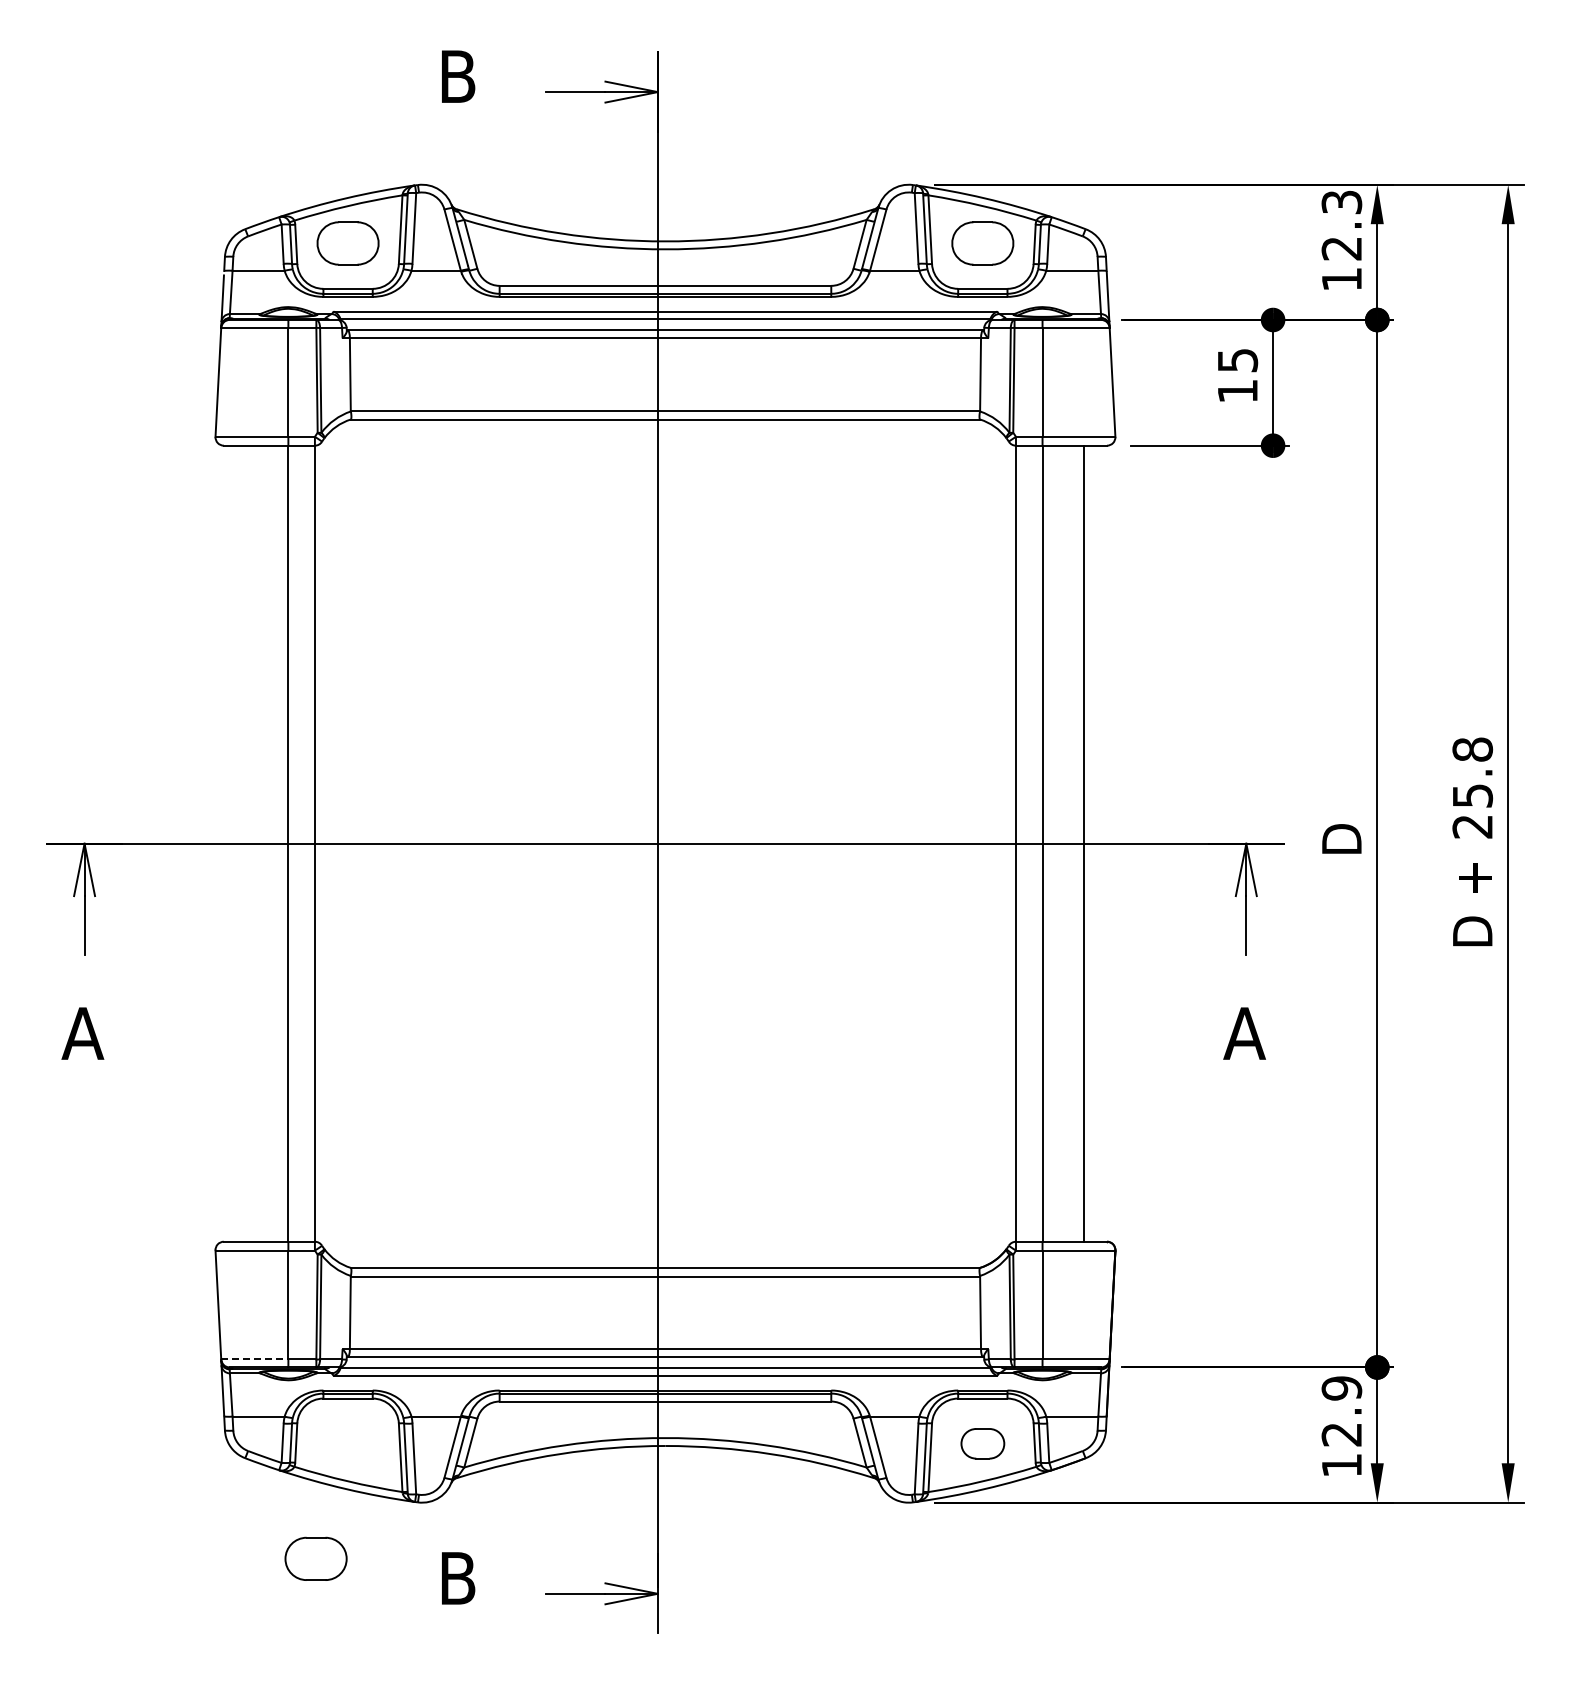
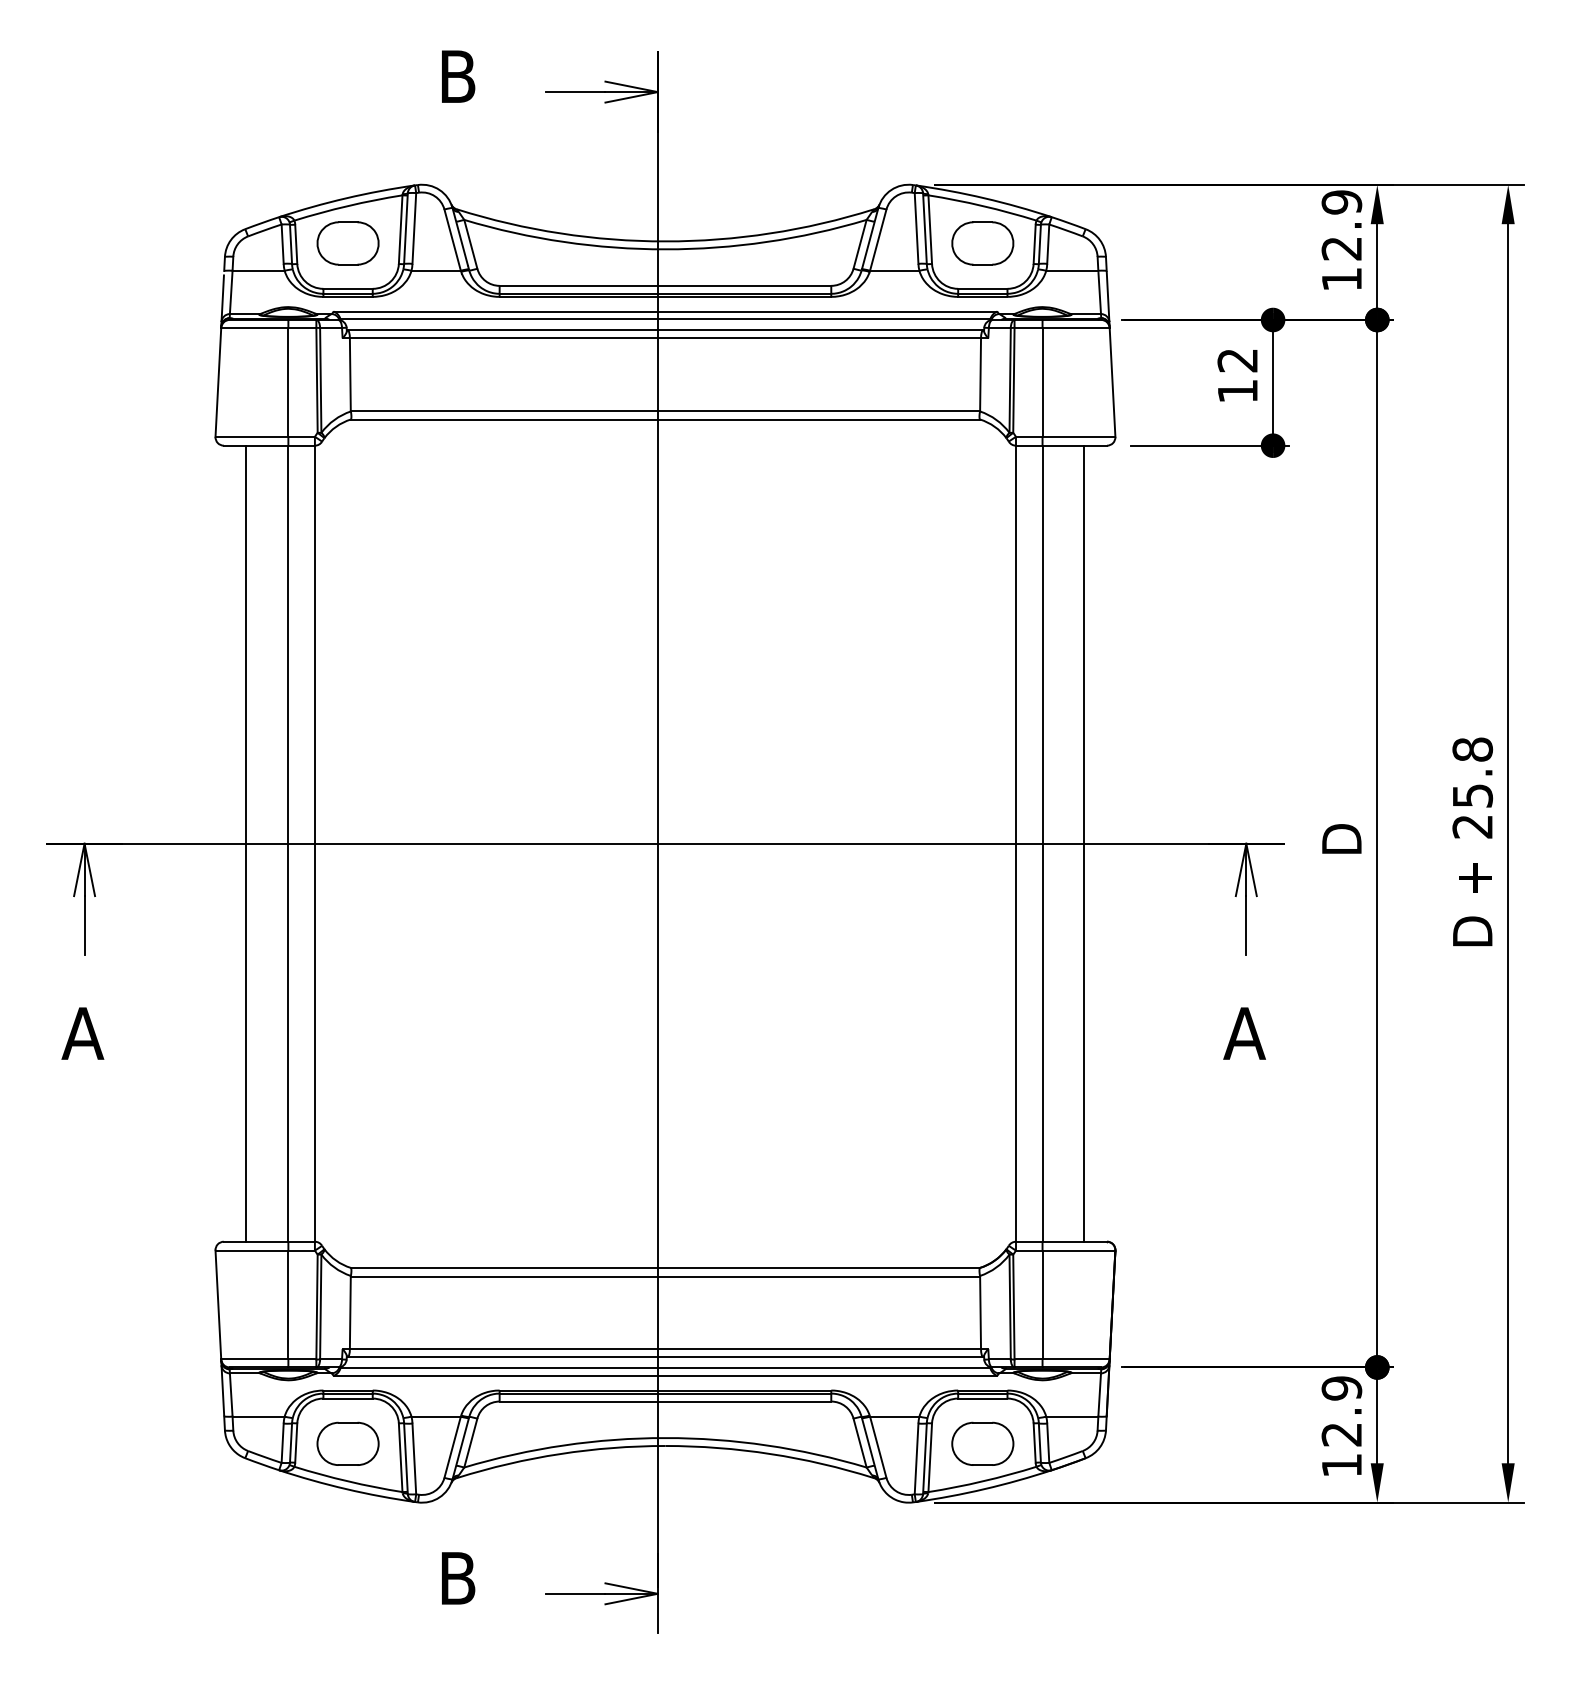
text at (1341, 202): 12.3 -> 12.9
text at (1237, 360): 15 -> 12
line at (246, 843): none -> present
line at (254, 1359): dashed -> solid
part at (982, 1443) size: 46x32 px -> 64x45 px
part at (315, 1558) position: (315, 1558) -> (347, 1443)
